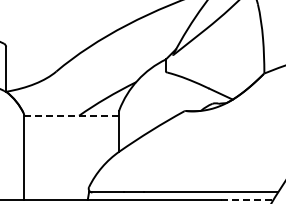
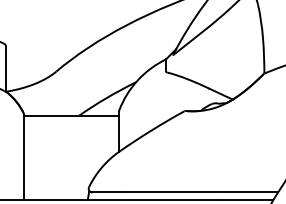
line at (71, 115): dashed -> solid
line at (247, 199): dashed -> solid
